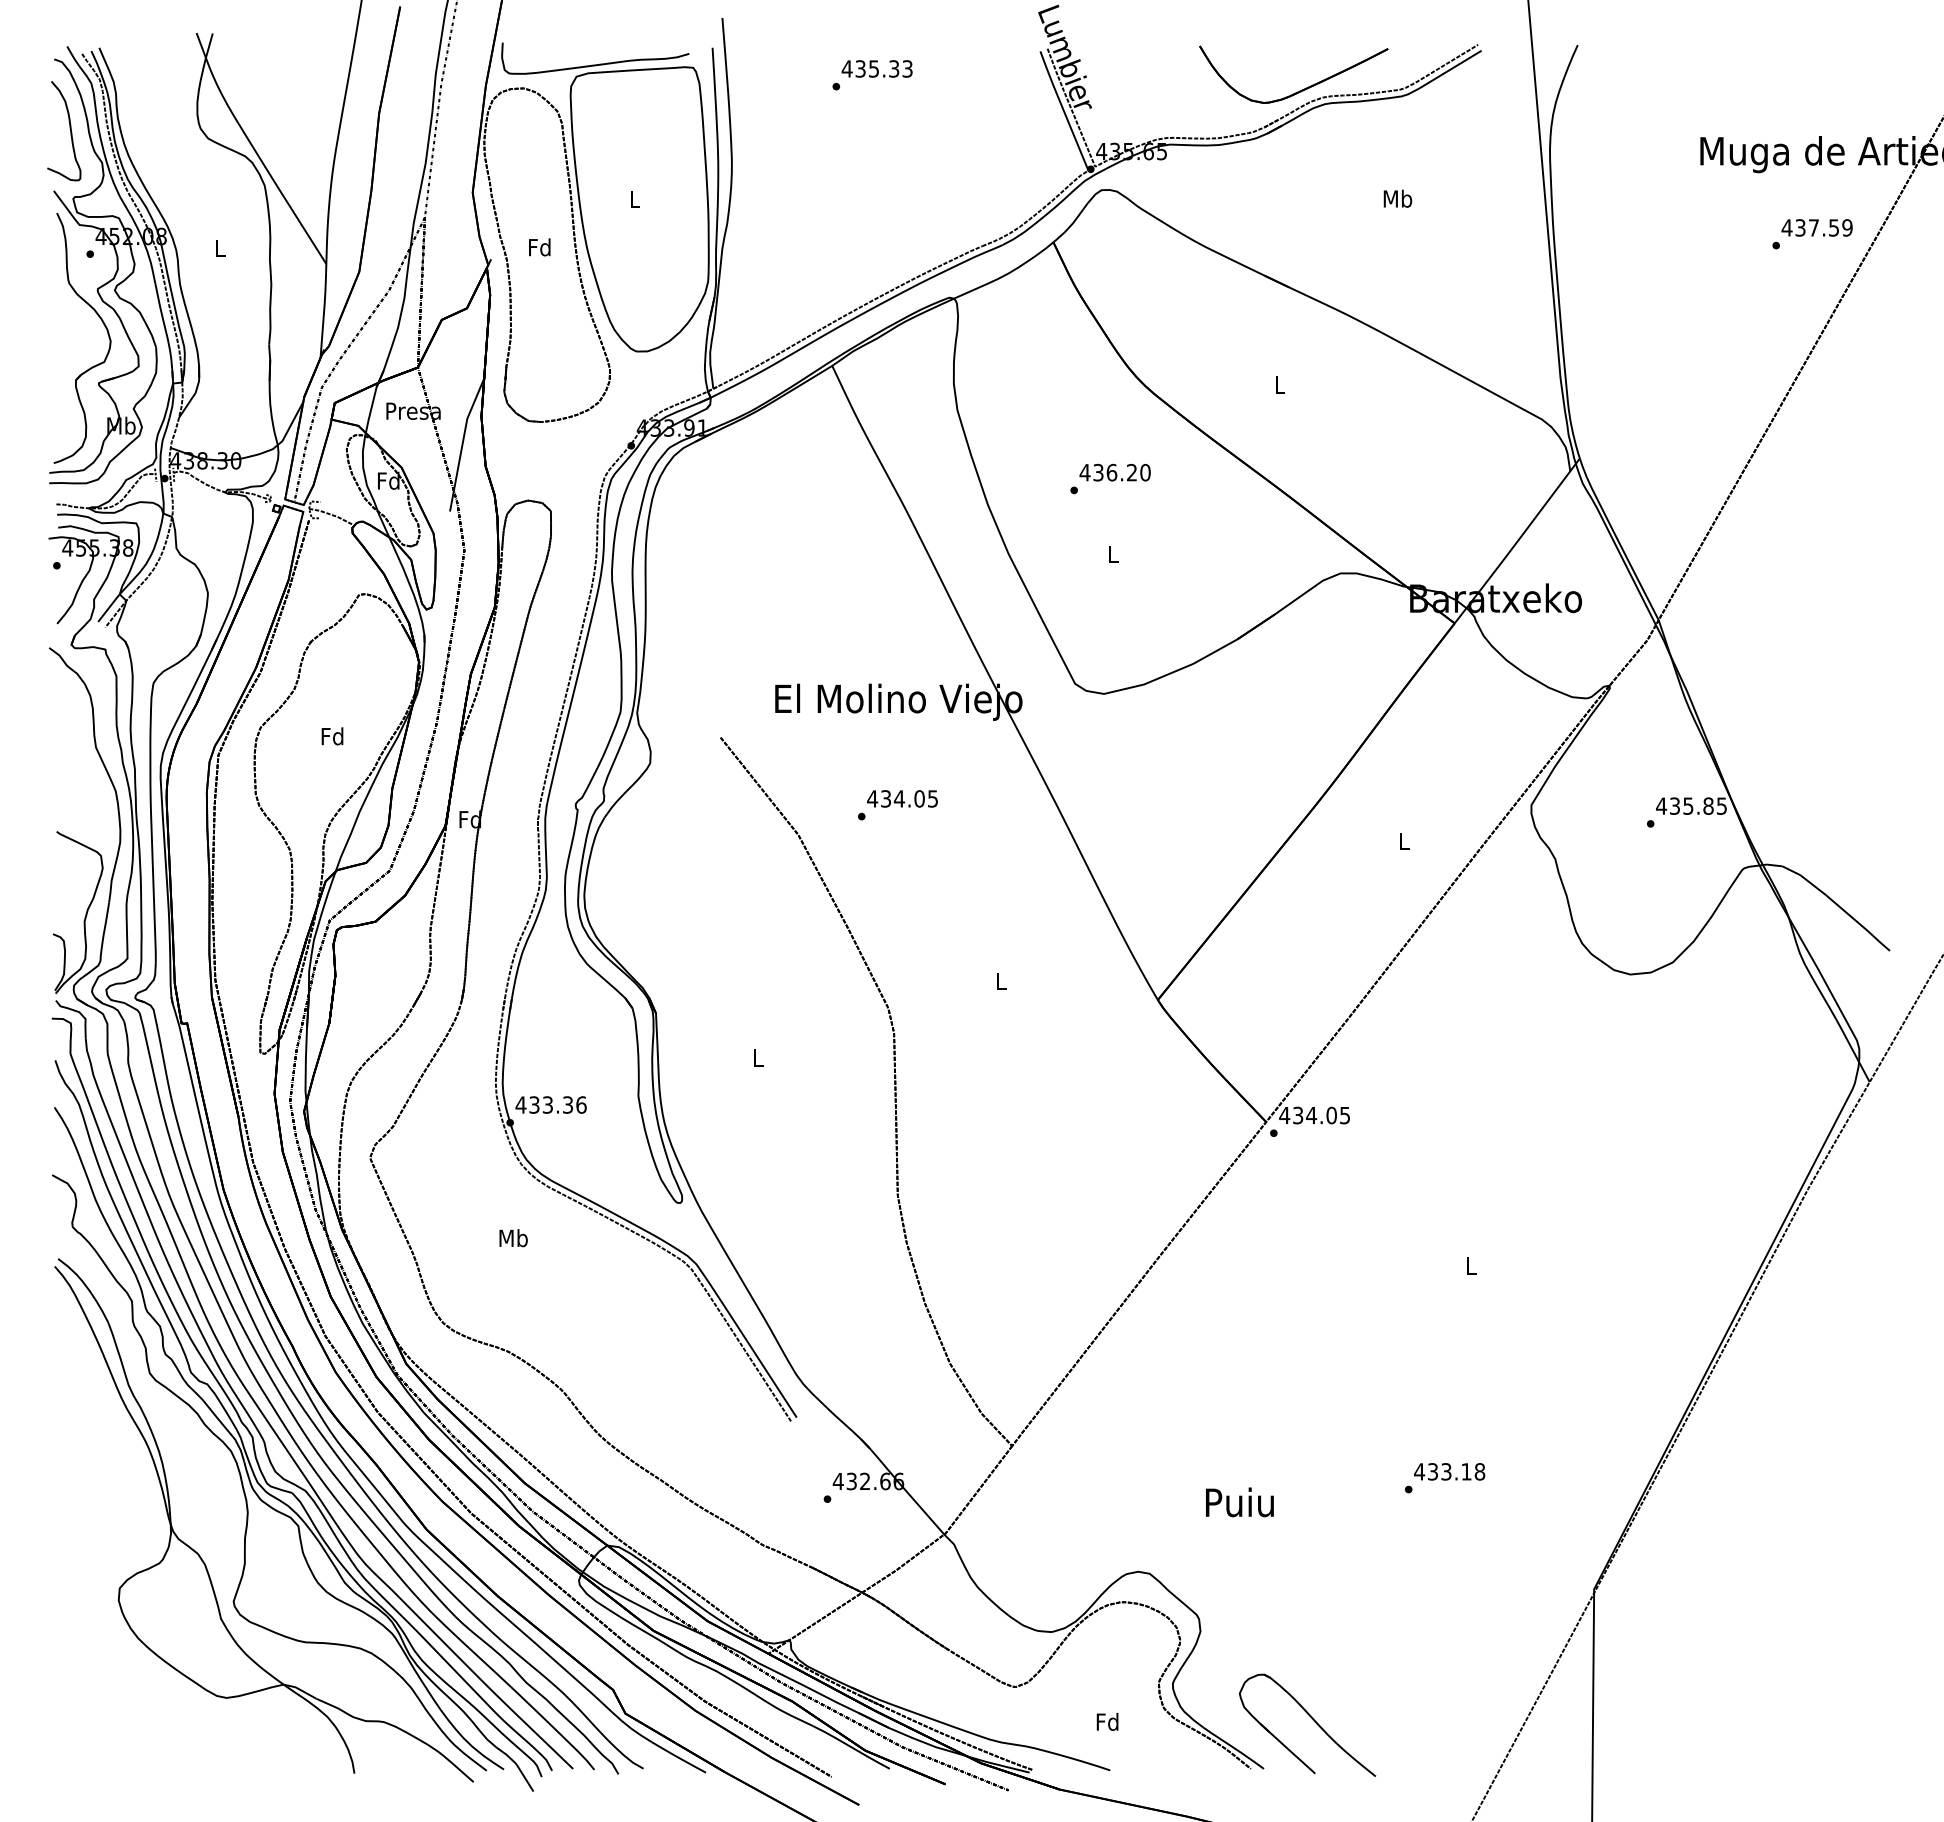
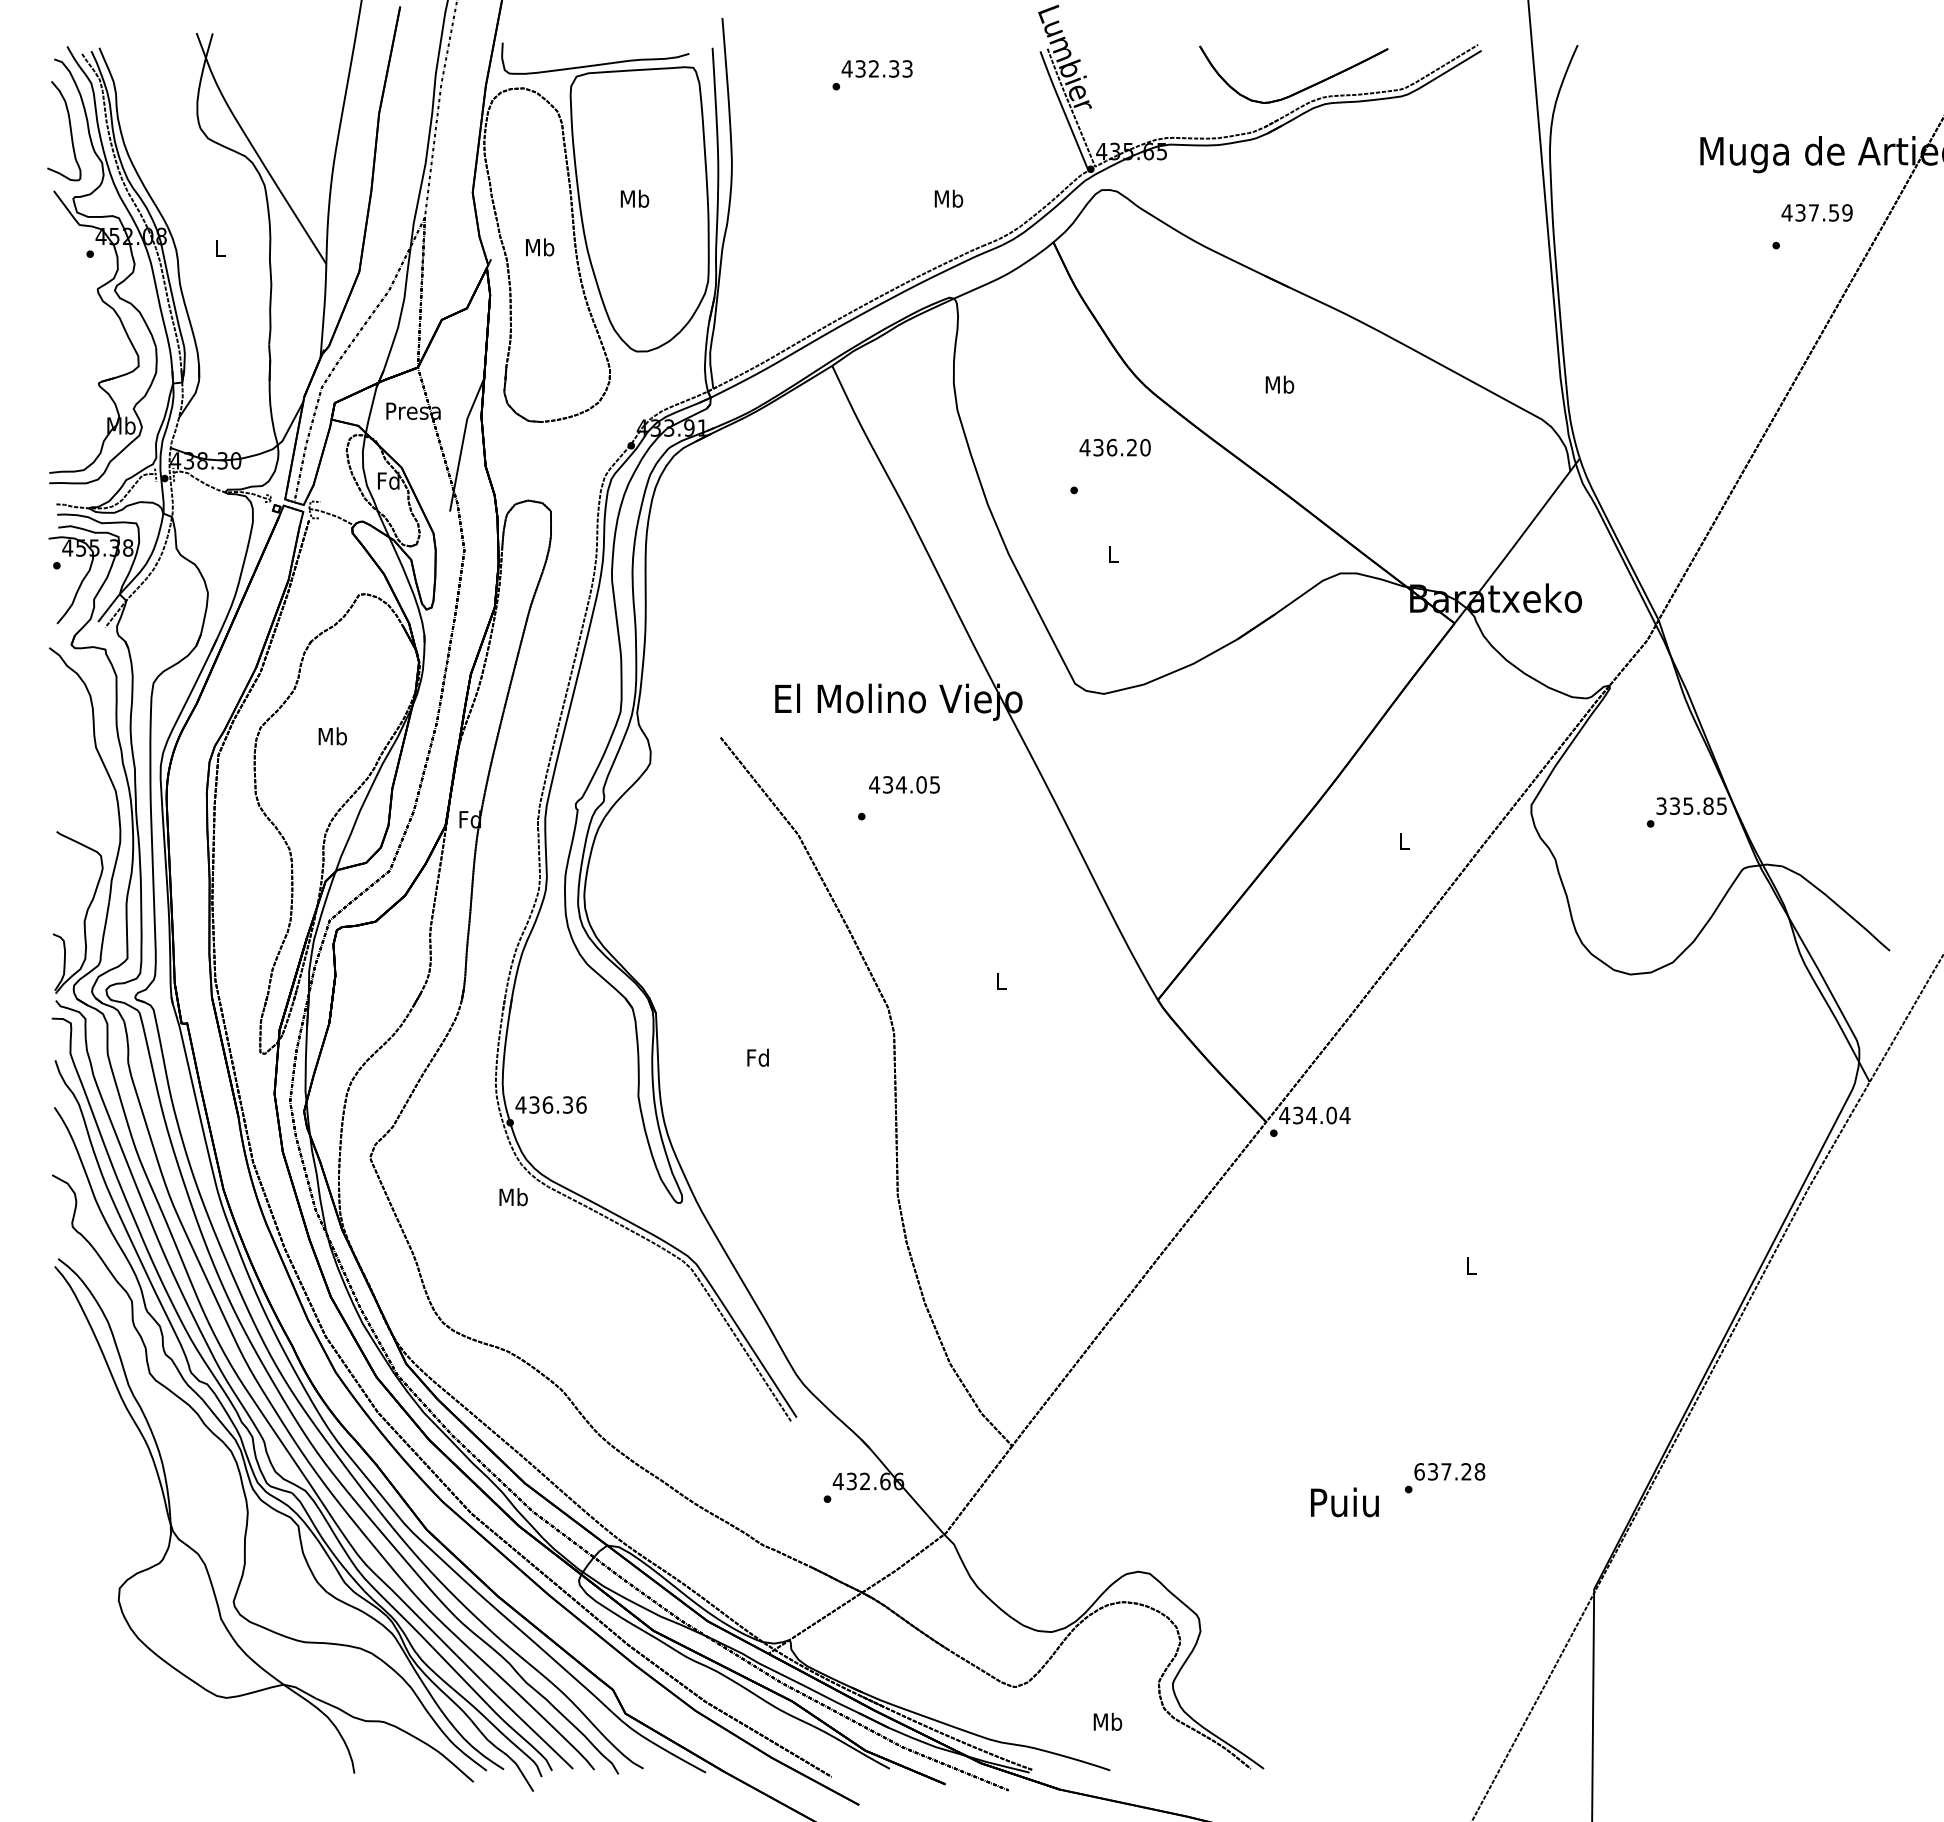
text at (873, 68): 435.33 -> 432.33
text at (634, 198): L -> Mb
text at (1397, 198) position: (1397, 198) -> (948, 198)
text at (1816, 227) position: (1816, 227) -> (1816, 212)
text at (540, 247): Fd -> Mb
part at (102, 323): present -> none
text at (1279, 384): L -> Mb
text at (1114, 472) position: (1114, 472) -> (1114, 447)
text at (332, 736): Fd -> Mb
text at (902, 798) position: (902, 798) -> (904, 784)
text at (1661, 805): 435.85 -> 335.85
text at (757, 1057): L -> Fd
text at (547, 1104): 433.36 -> 436.36
text at (1344, 1115): 434.05 -> 434.04
text at (513, 1238) position: (513, 1238) -> (513, 1197)
text at (1442, 1471): 433.18 -> 637.28
text at (1239, 1502) position: (1239, 1502) -> (1344, 1502)
part at (1312, 1719): present -> none
text at (1107, 1721): Fd -> Mb
